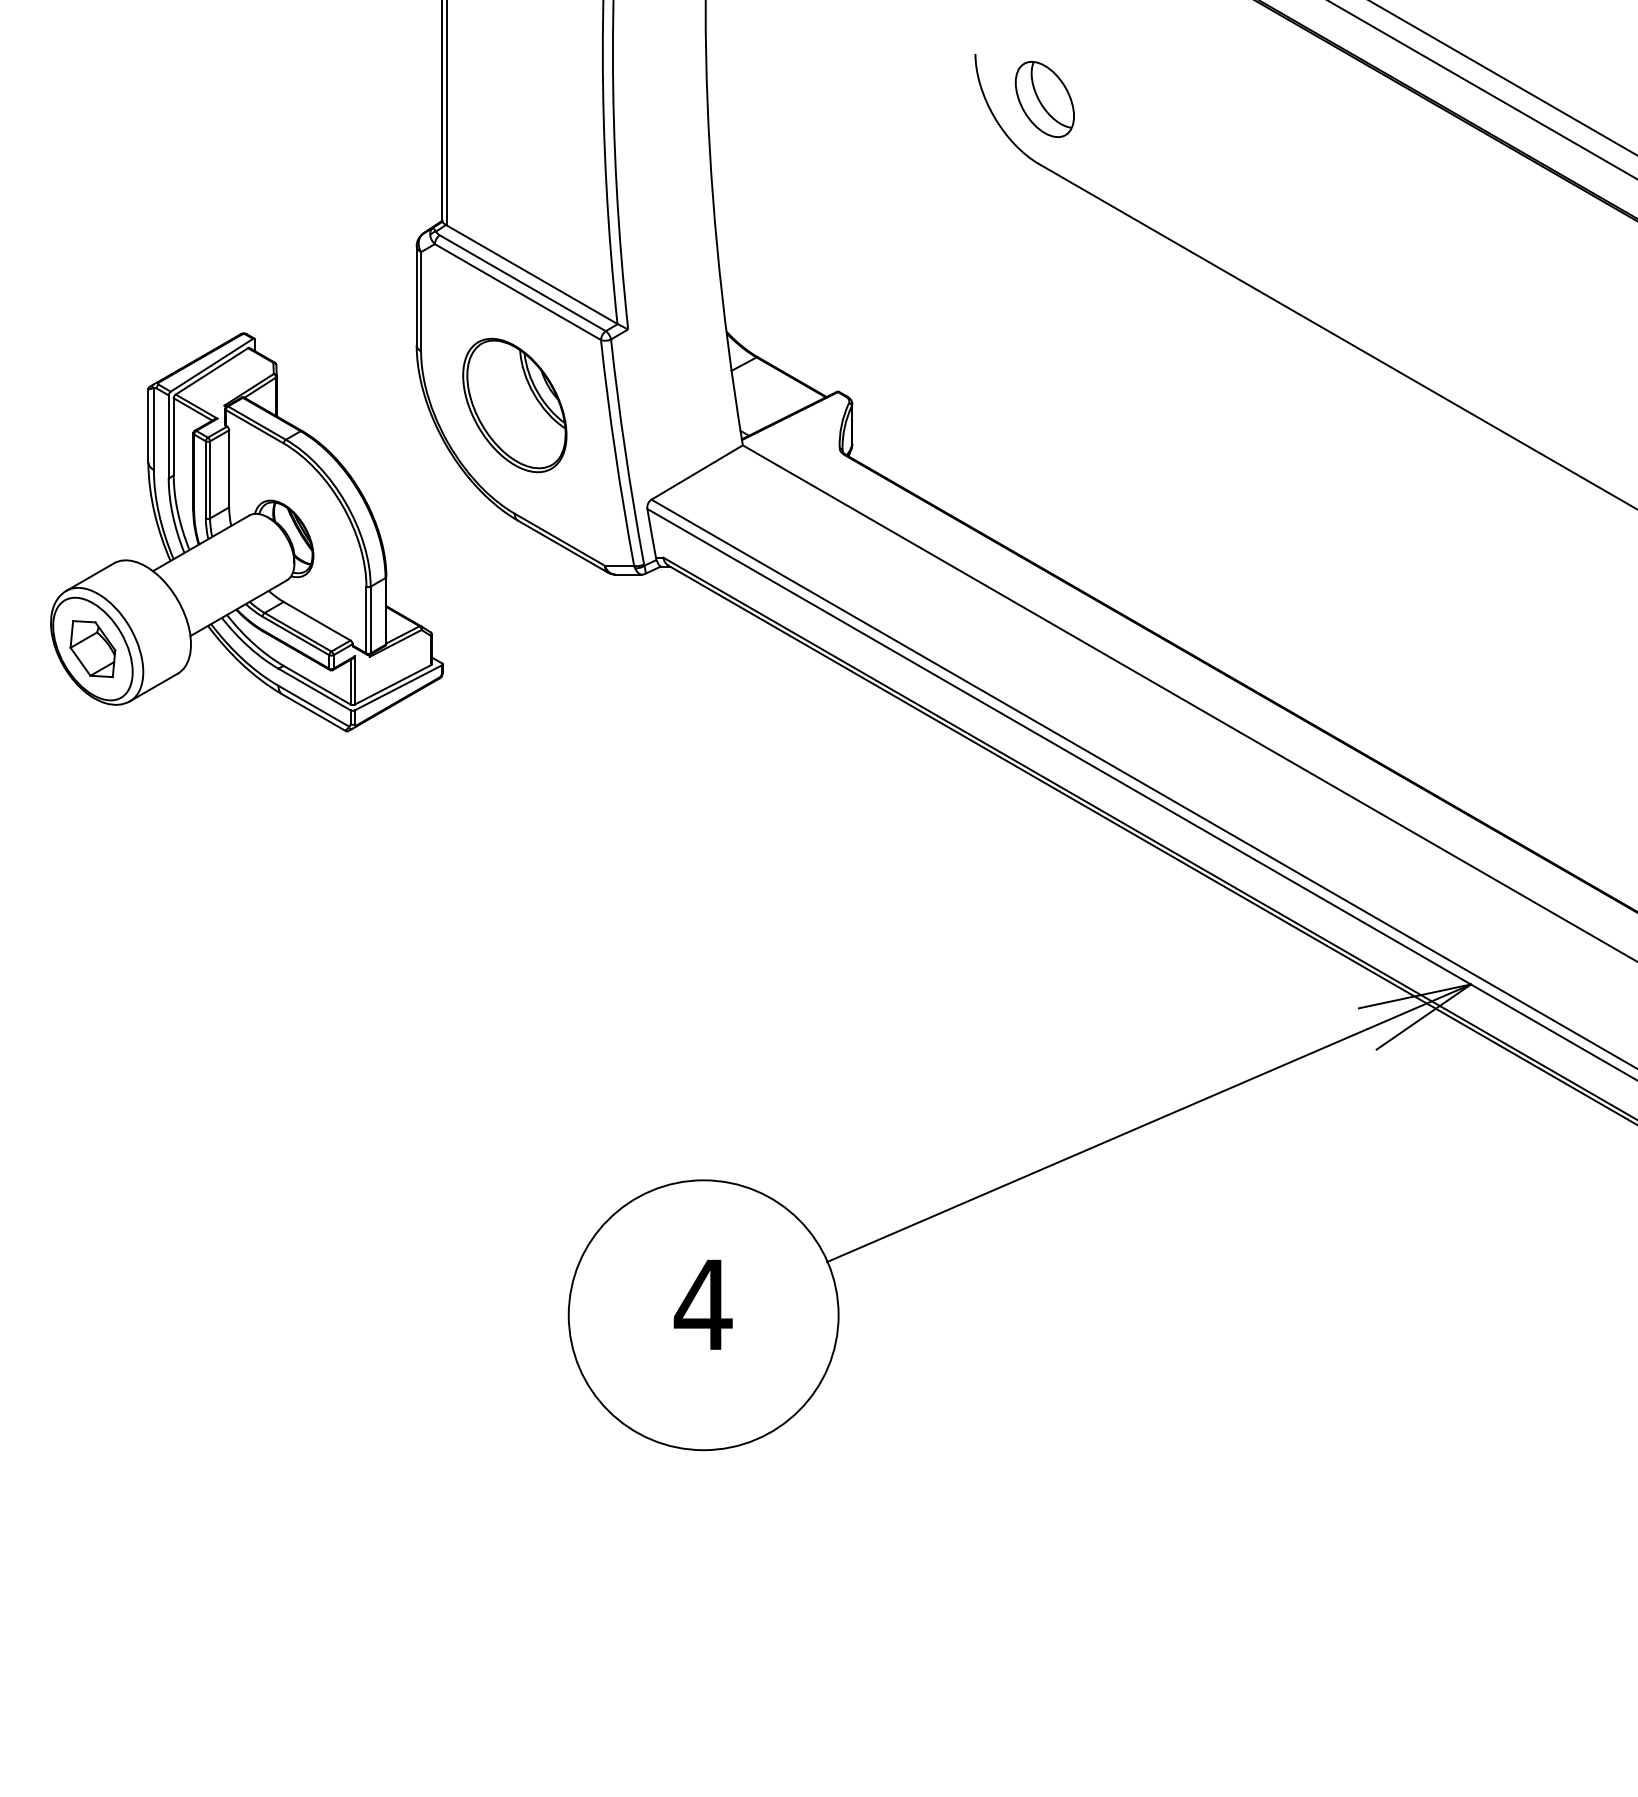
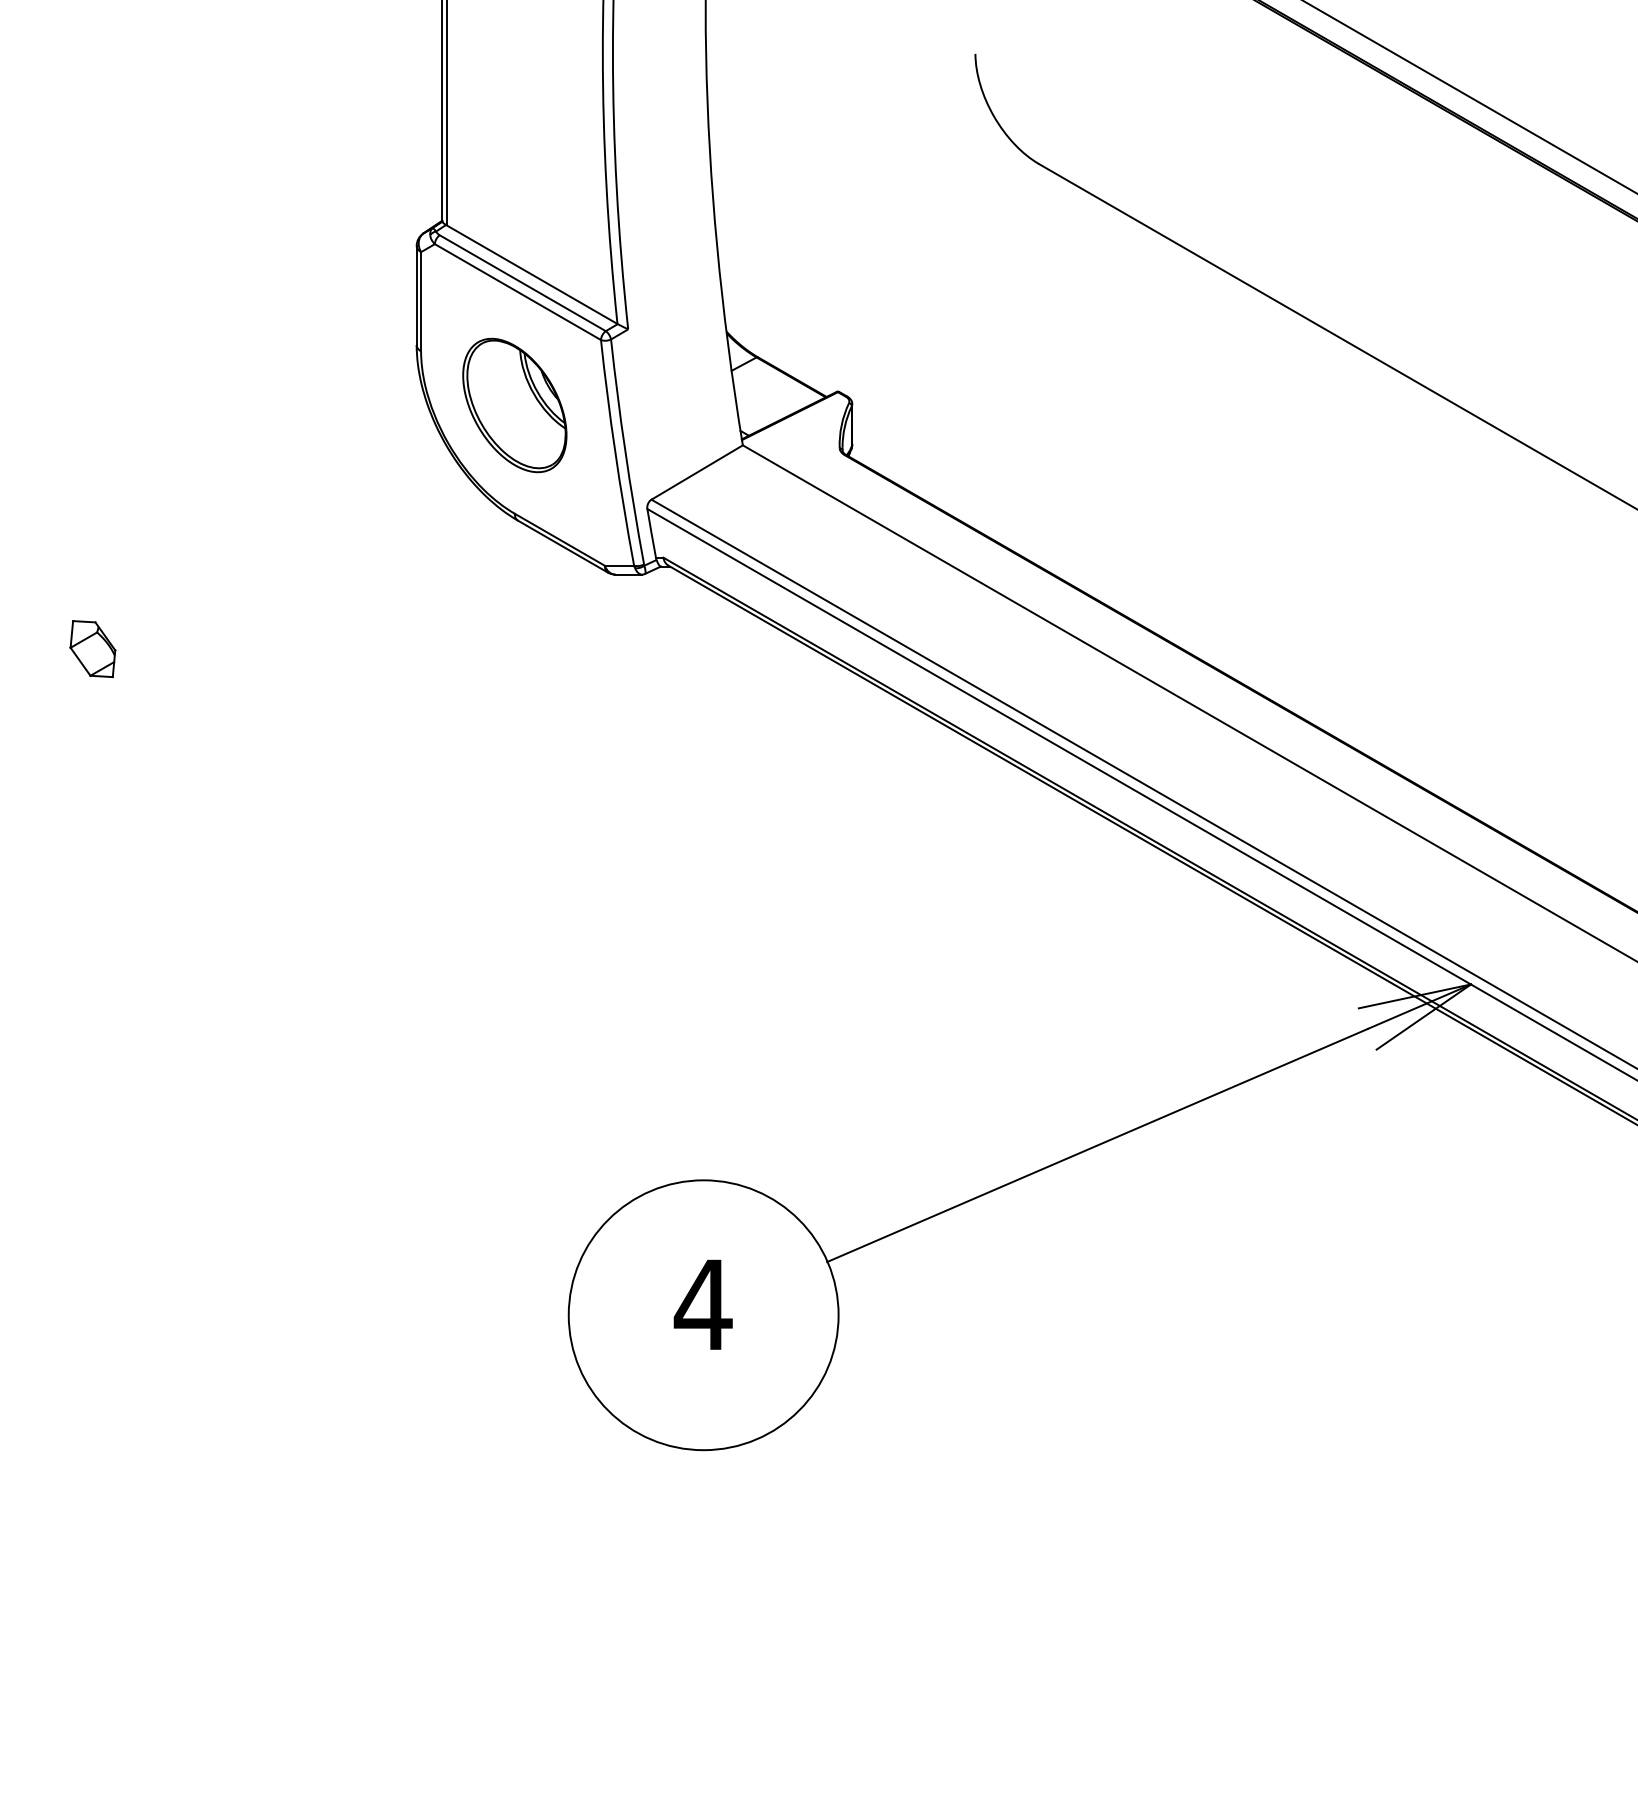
line at (1503, 78): present -> none
line at (1482, 89) position: (1482, 89) -> (1469, 97)
part at (1044, 99): present -> none
part at (246, 532): present -> none
